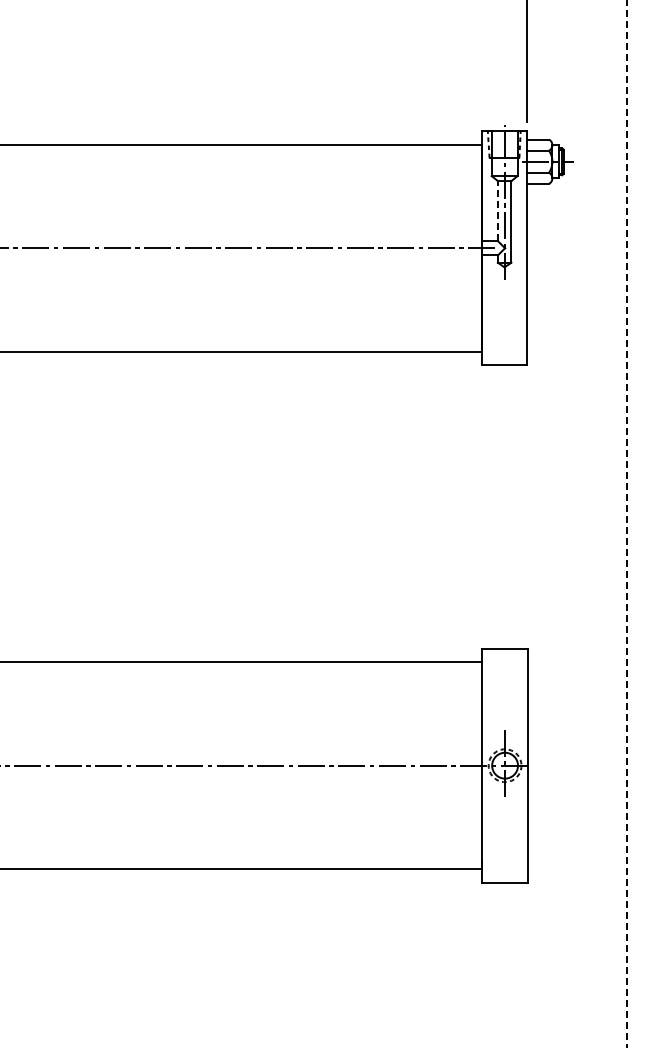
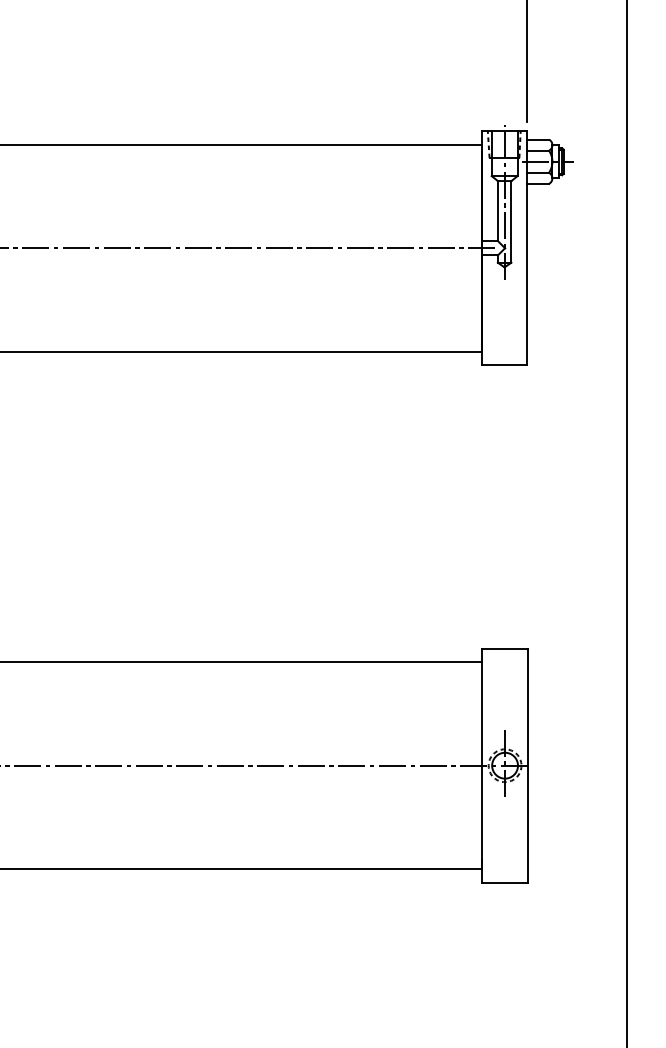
line at (497, 210): dashed -> solid
line at (627, 523): dashed -> solid
